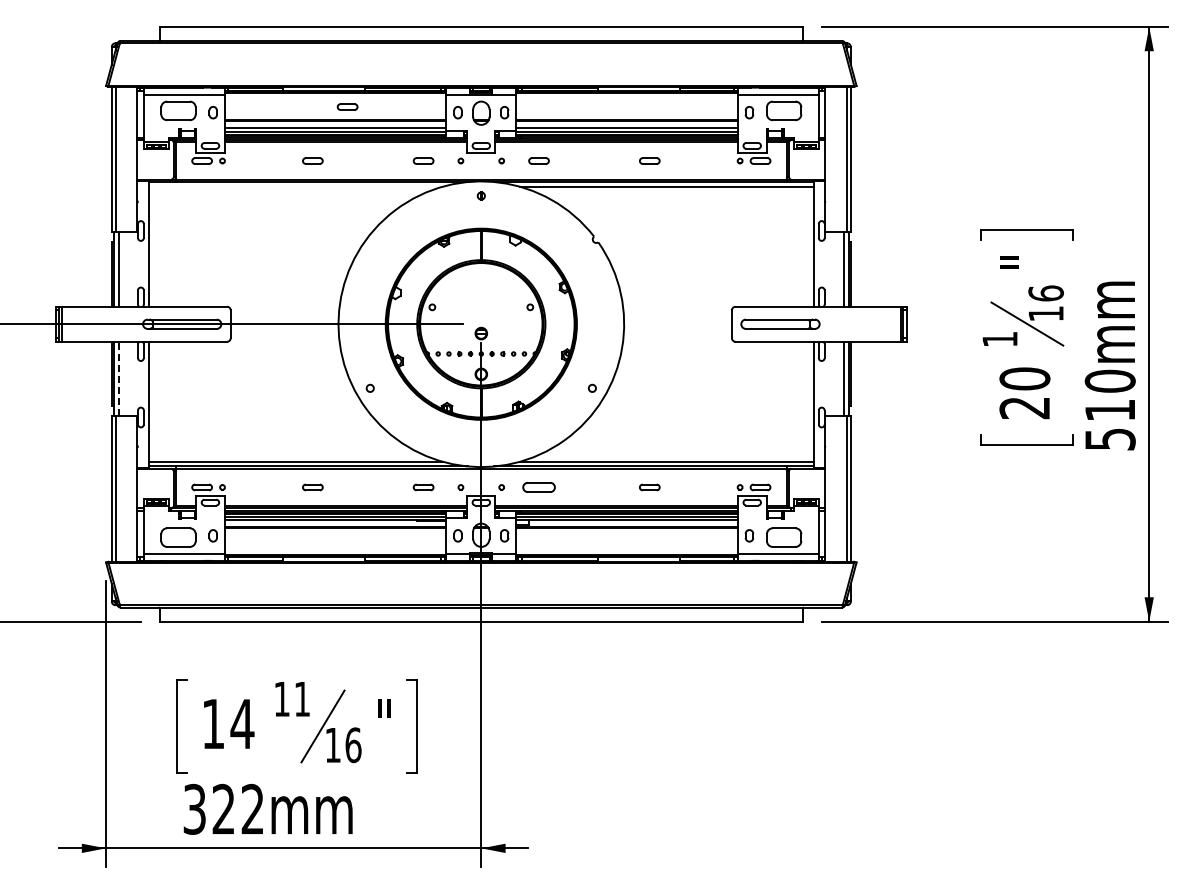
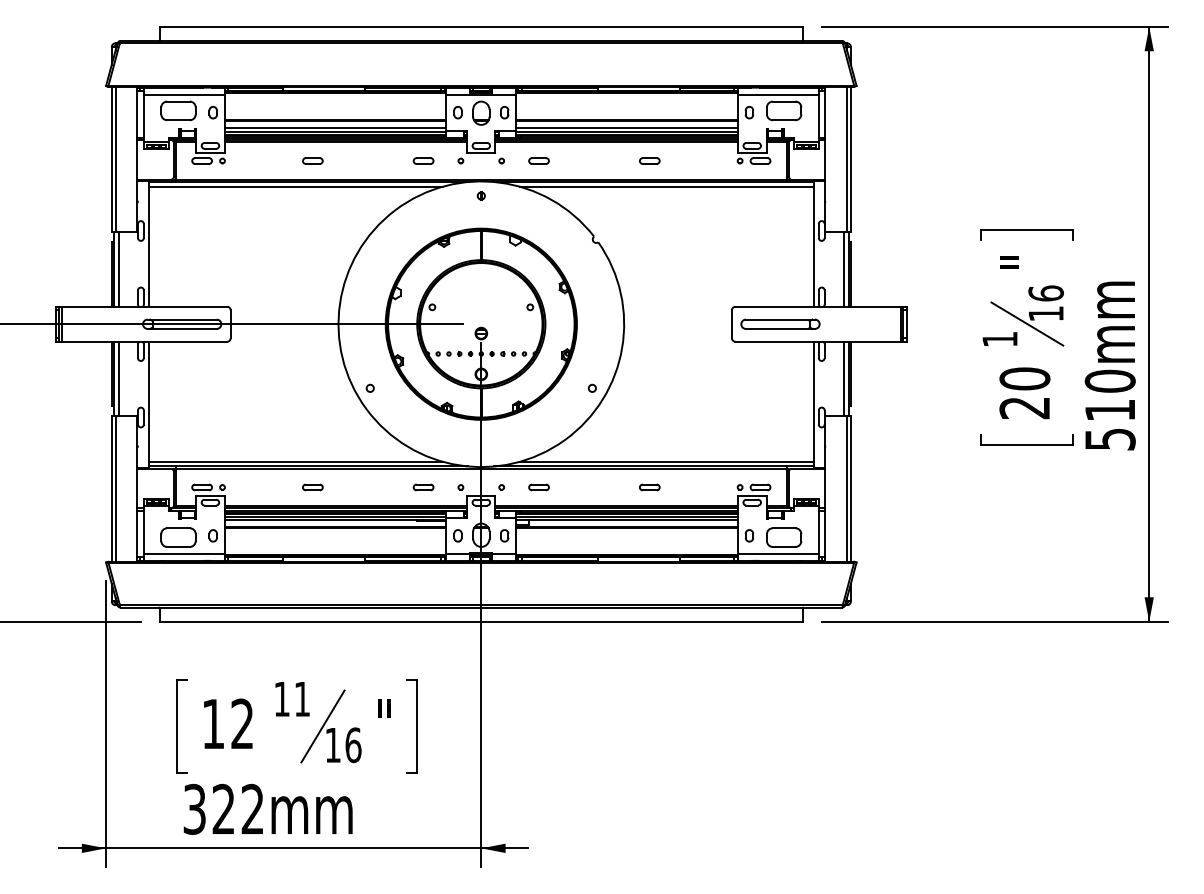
part at (347, 106): present -> none
line at (295, 186): none -> present
line at (118, 378): dashed -> solid
part at (538, 487) size: 34x11 px -> 22x9 px
text at (242, 723): 14 -> 12
